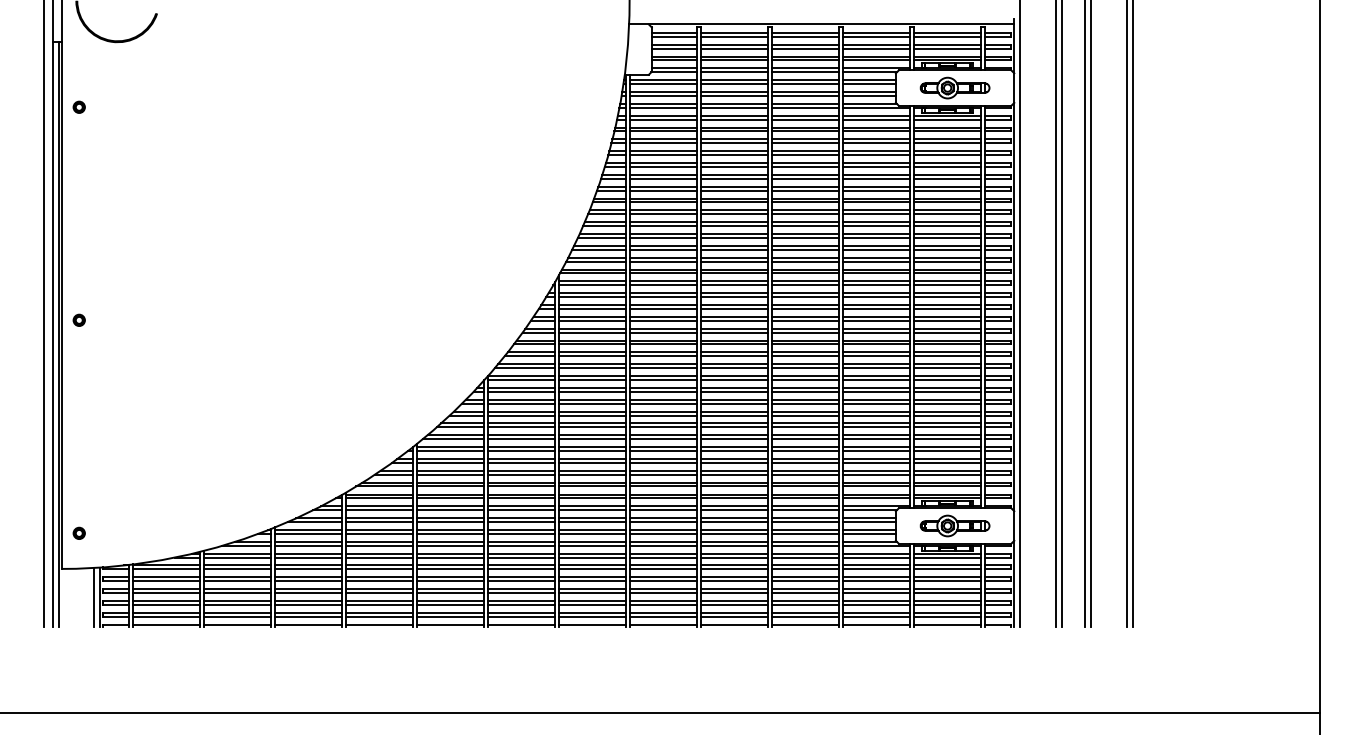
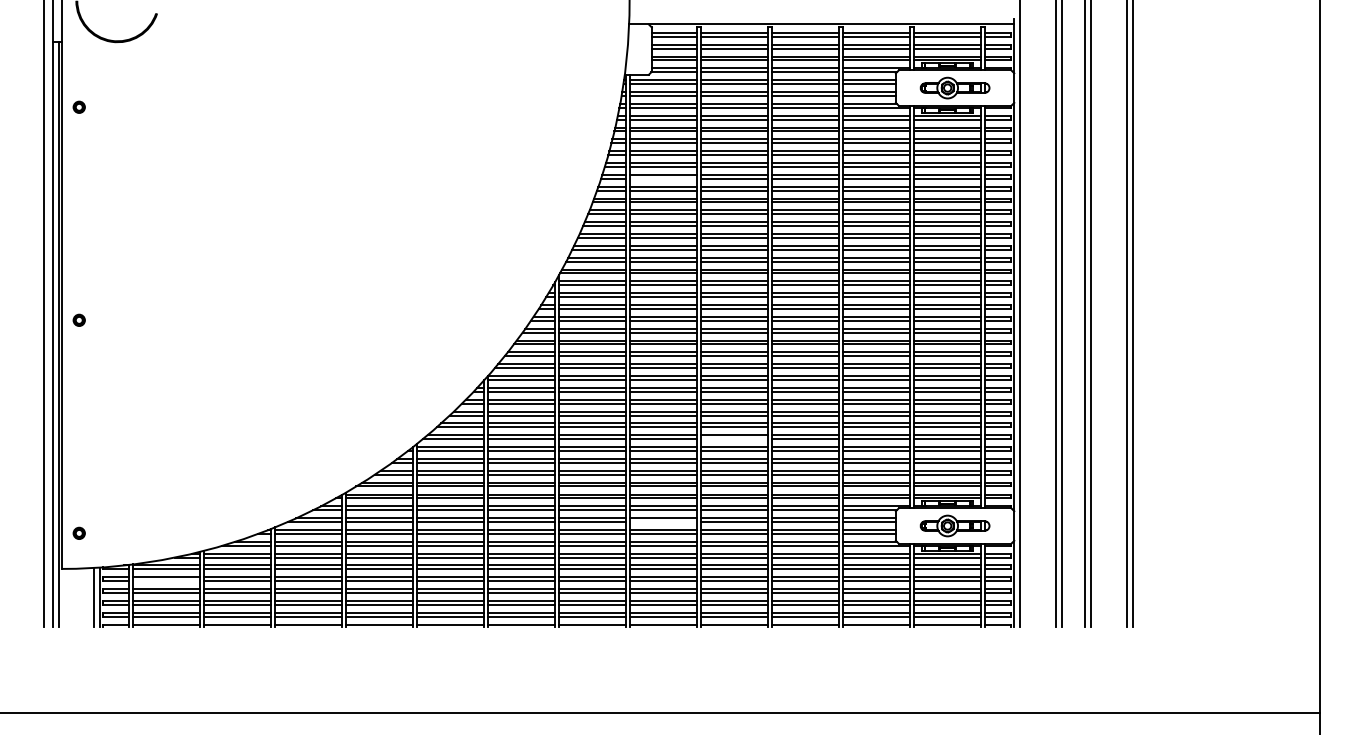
line at (663, 178): present -> none
line at (734, 439): present -> none
line at (663, 522): present -> none
line at (166, 581): present -> none
